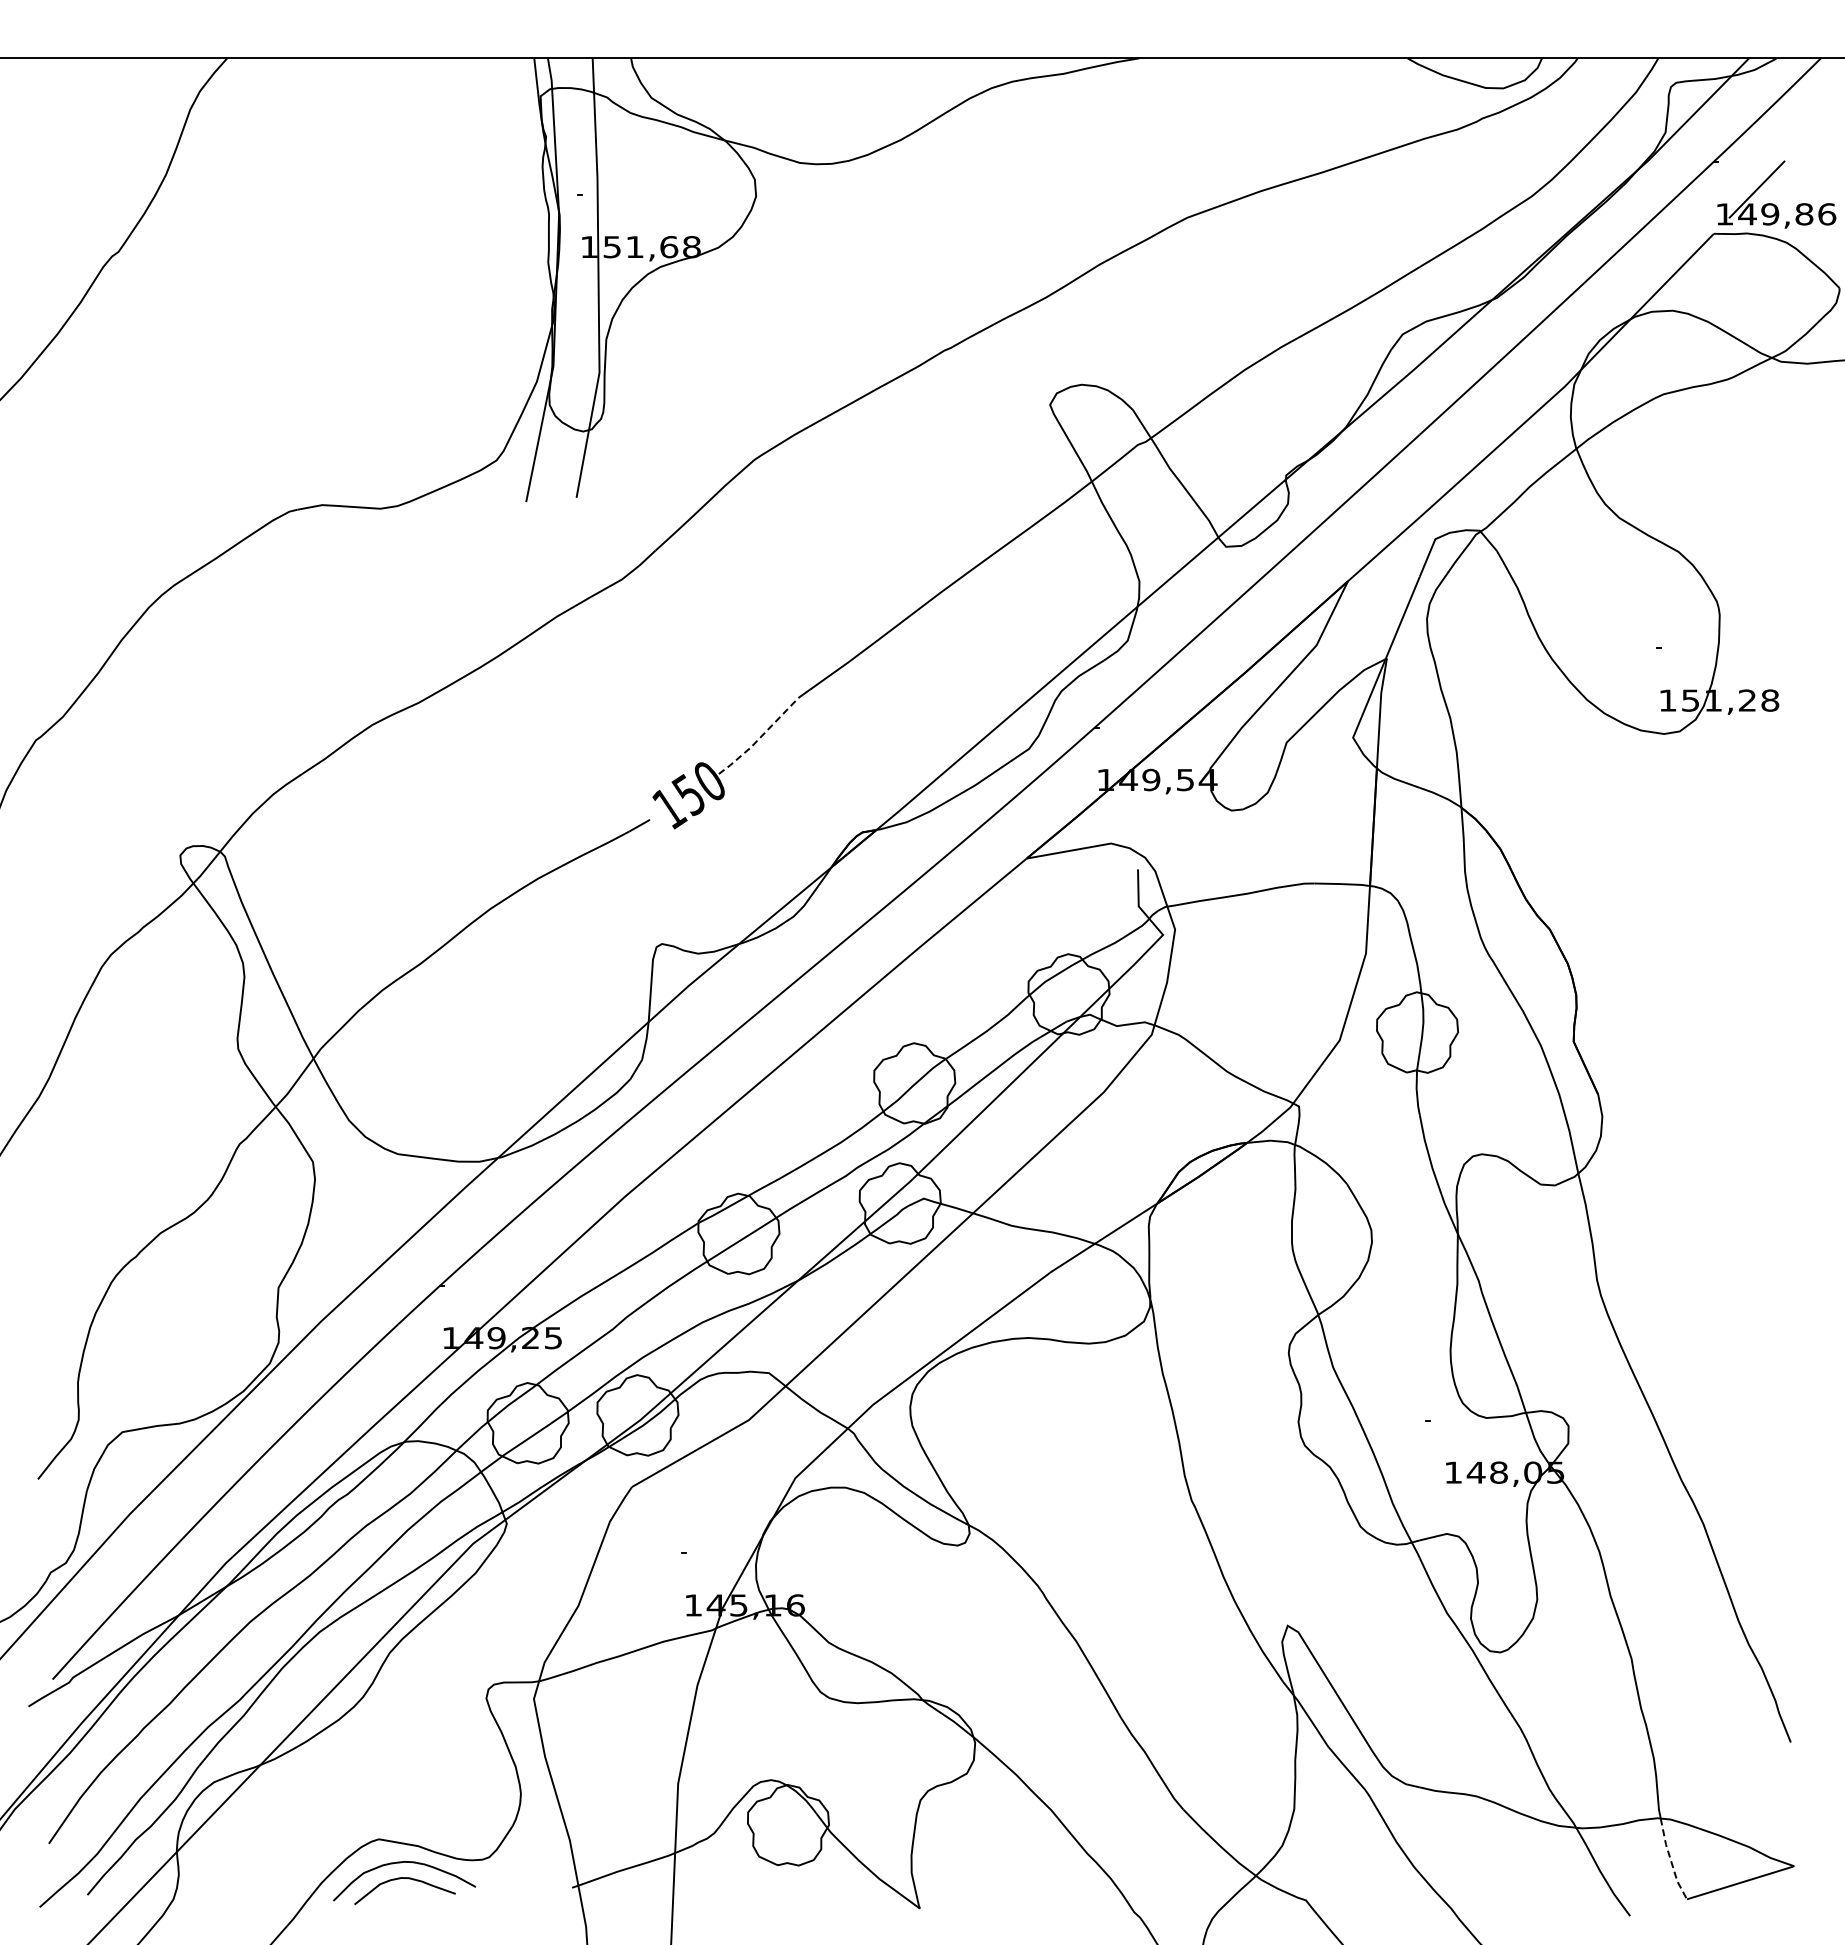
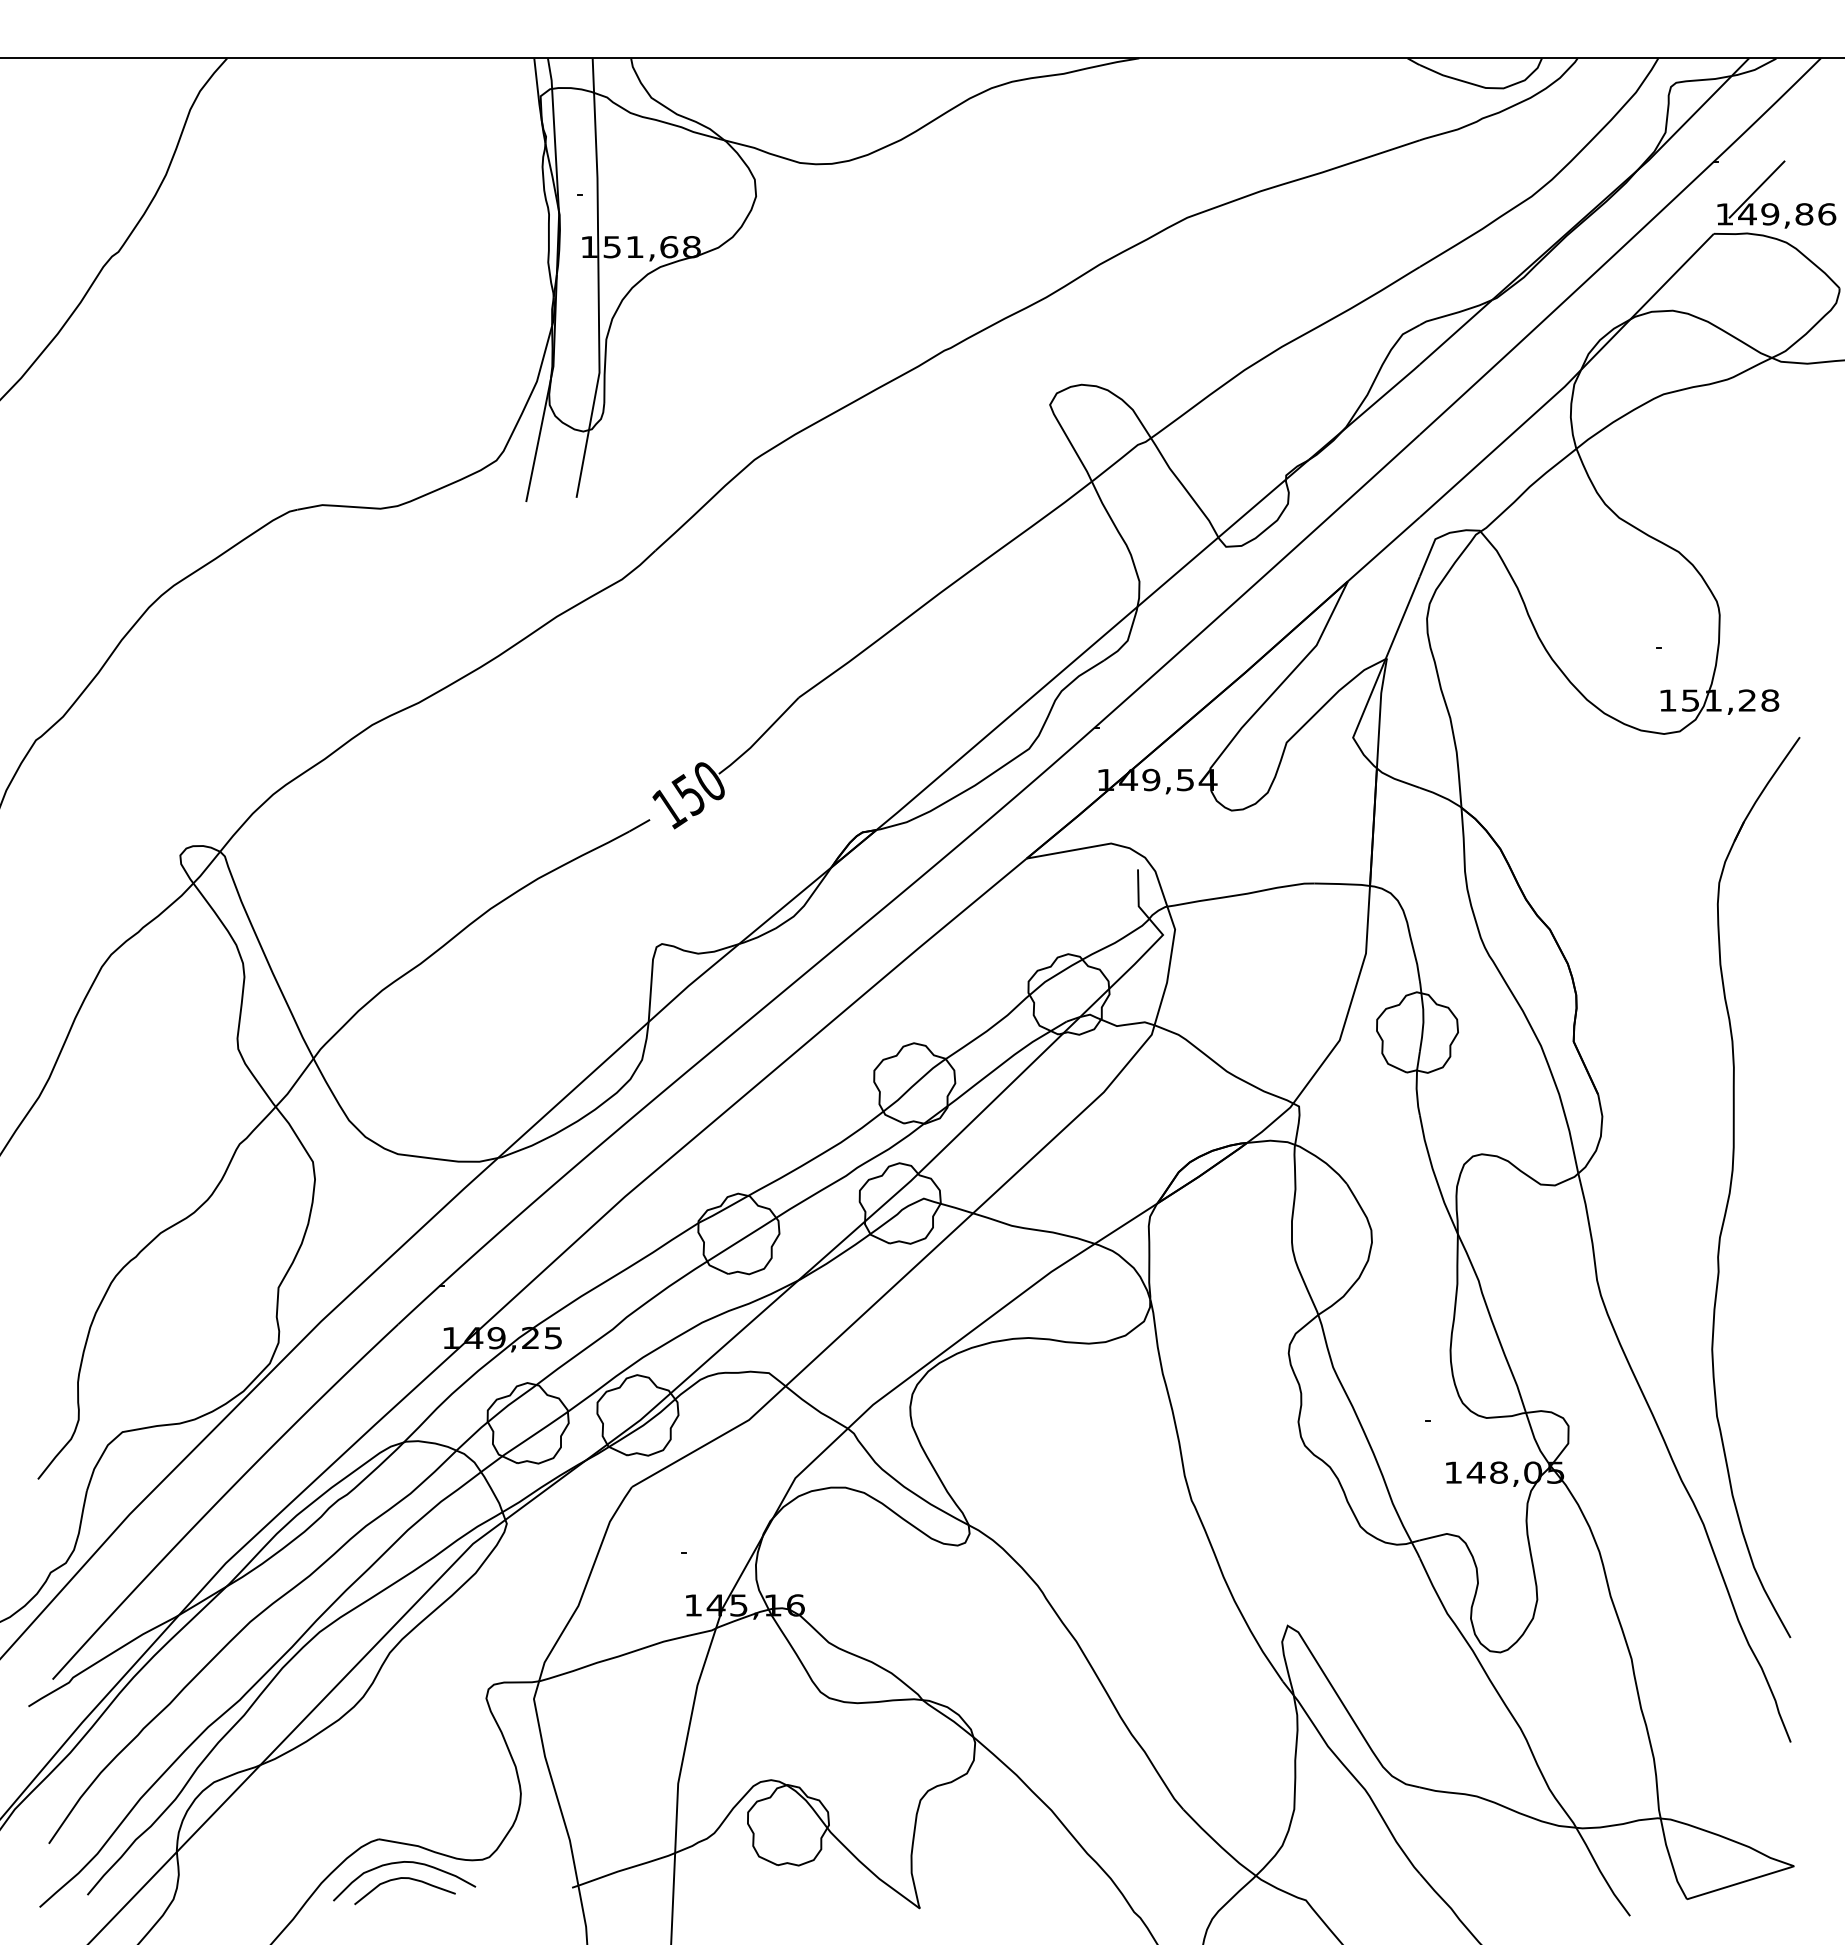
line at (759, 738): dashed -> solid
part at (1732, 1181): none -> present
line at (1671, 1860): dashed -> solid
